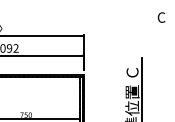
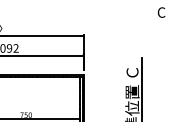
text at (161, 17) position: (161, 17) -> (161, 12)
